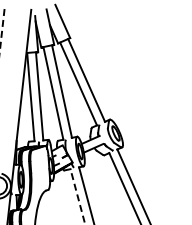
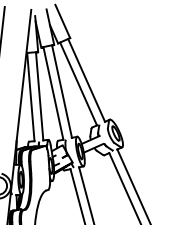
line at (2, 27): dashed -> solid
line at (77, 197): dashed -> solid
